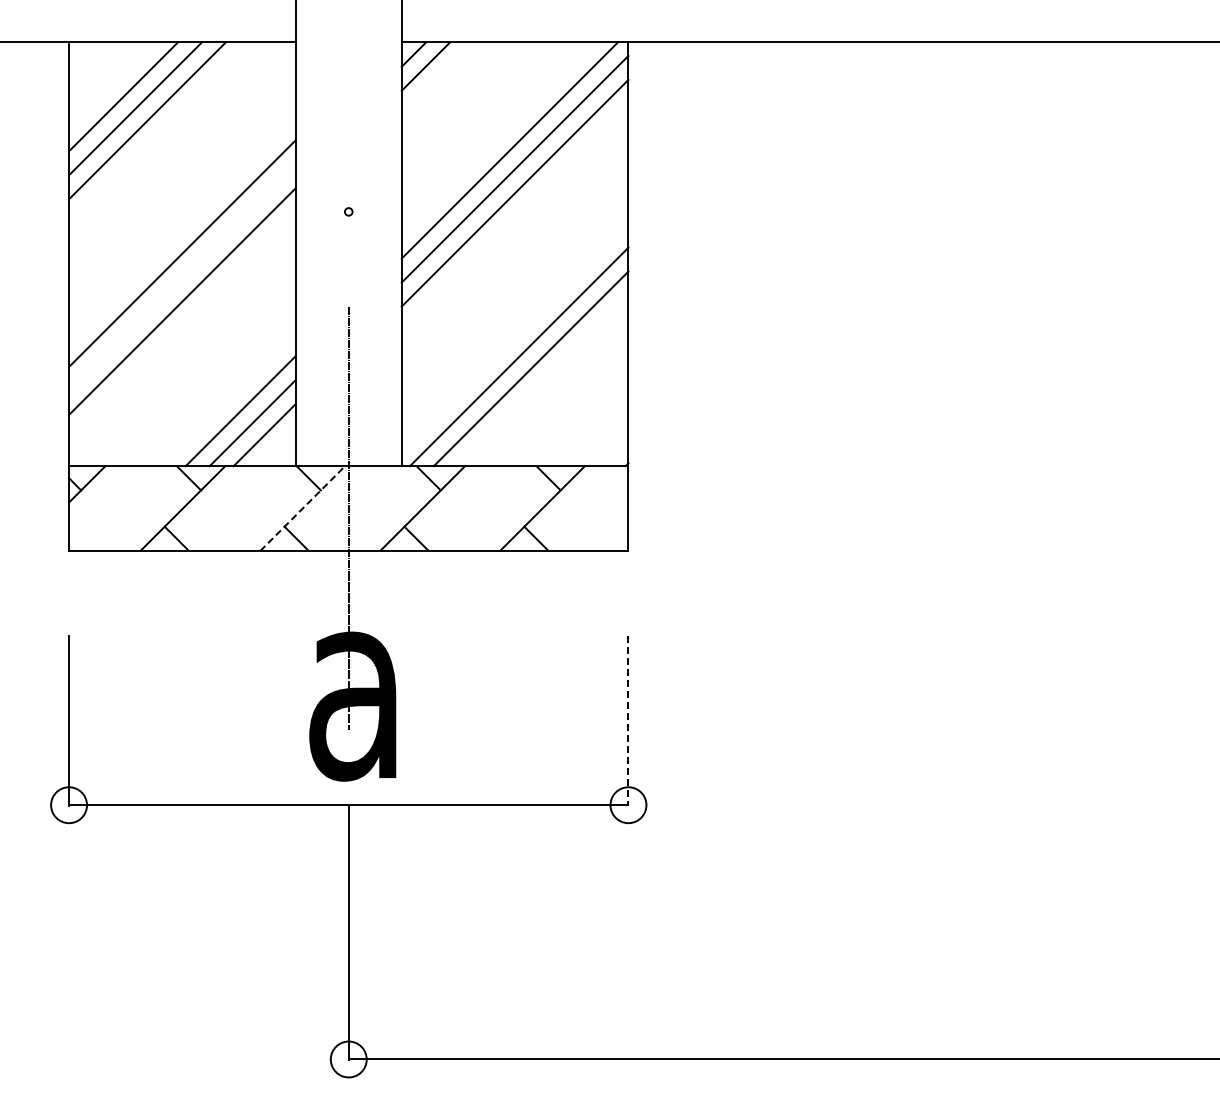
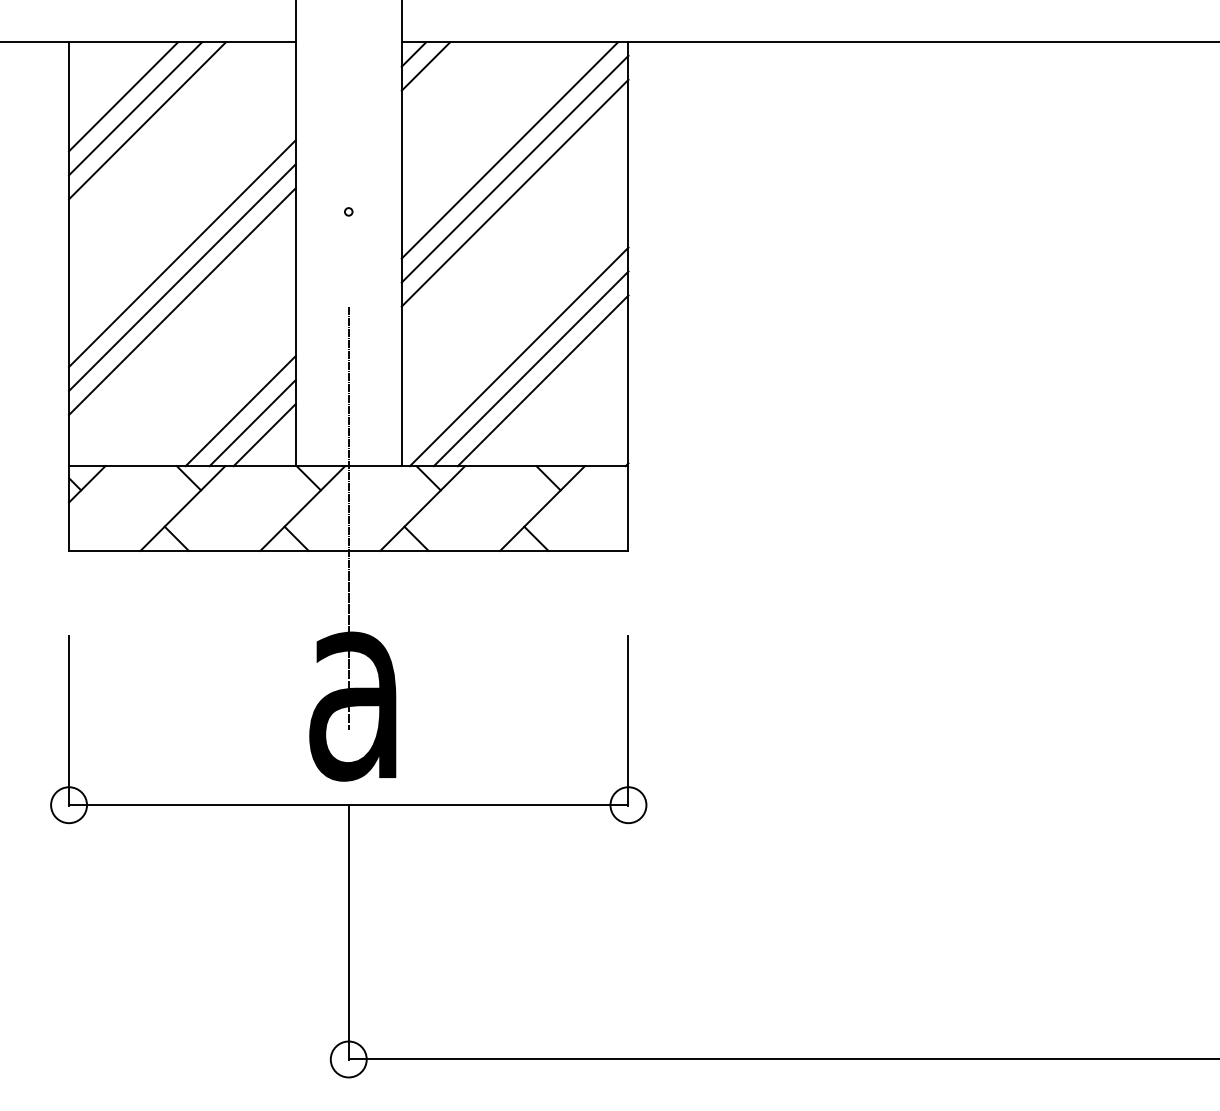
line at (182, 277): none -> present
line at (542, 380): none -> present
line at (302, 508): dashed -> solid
line at (628, 721): dashed -> solid
